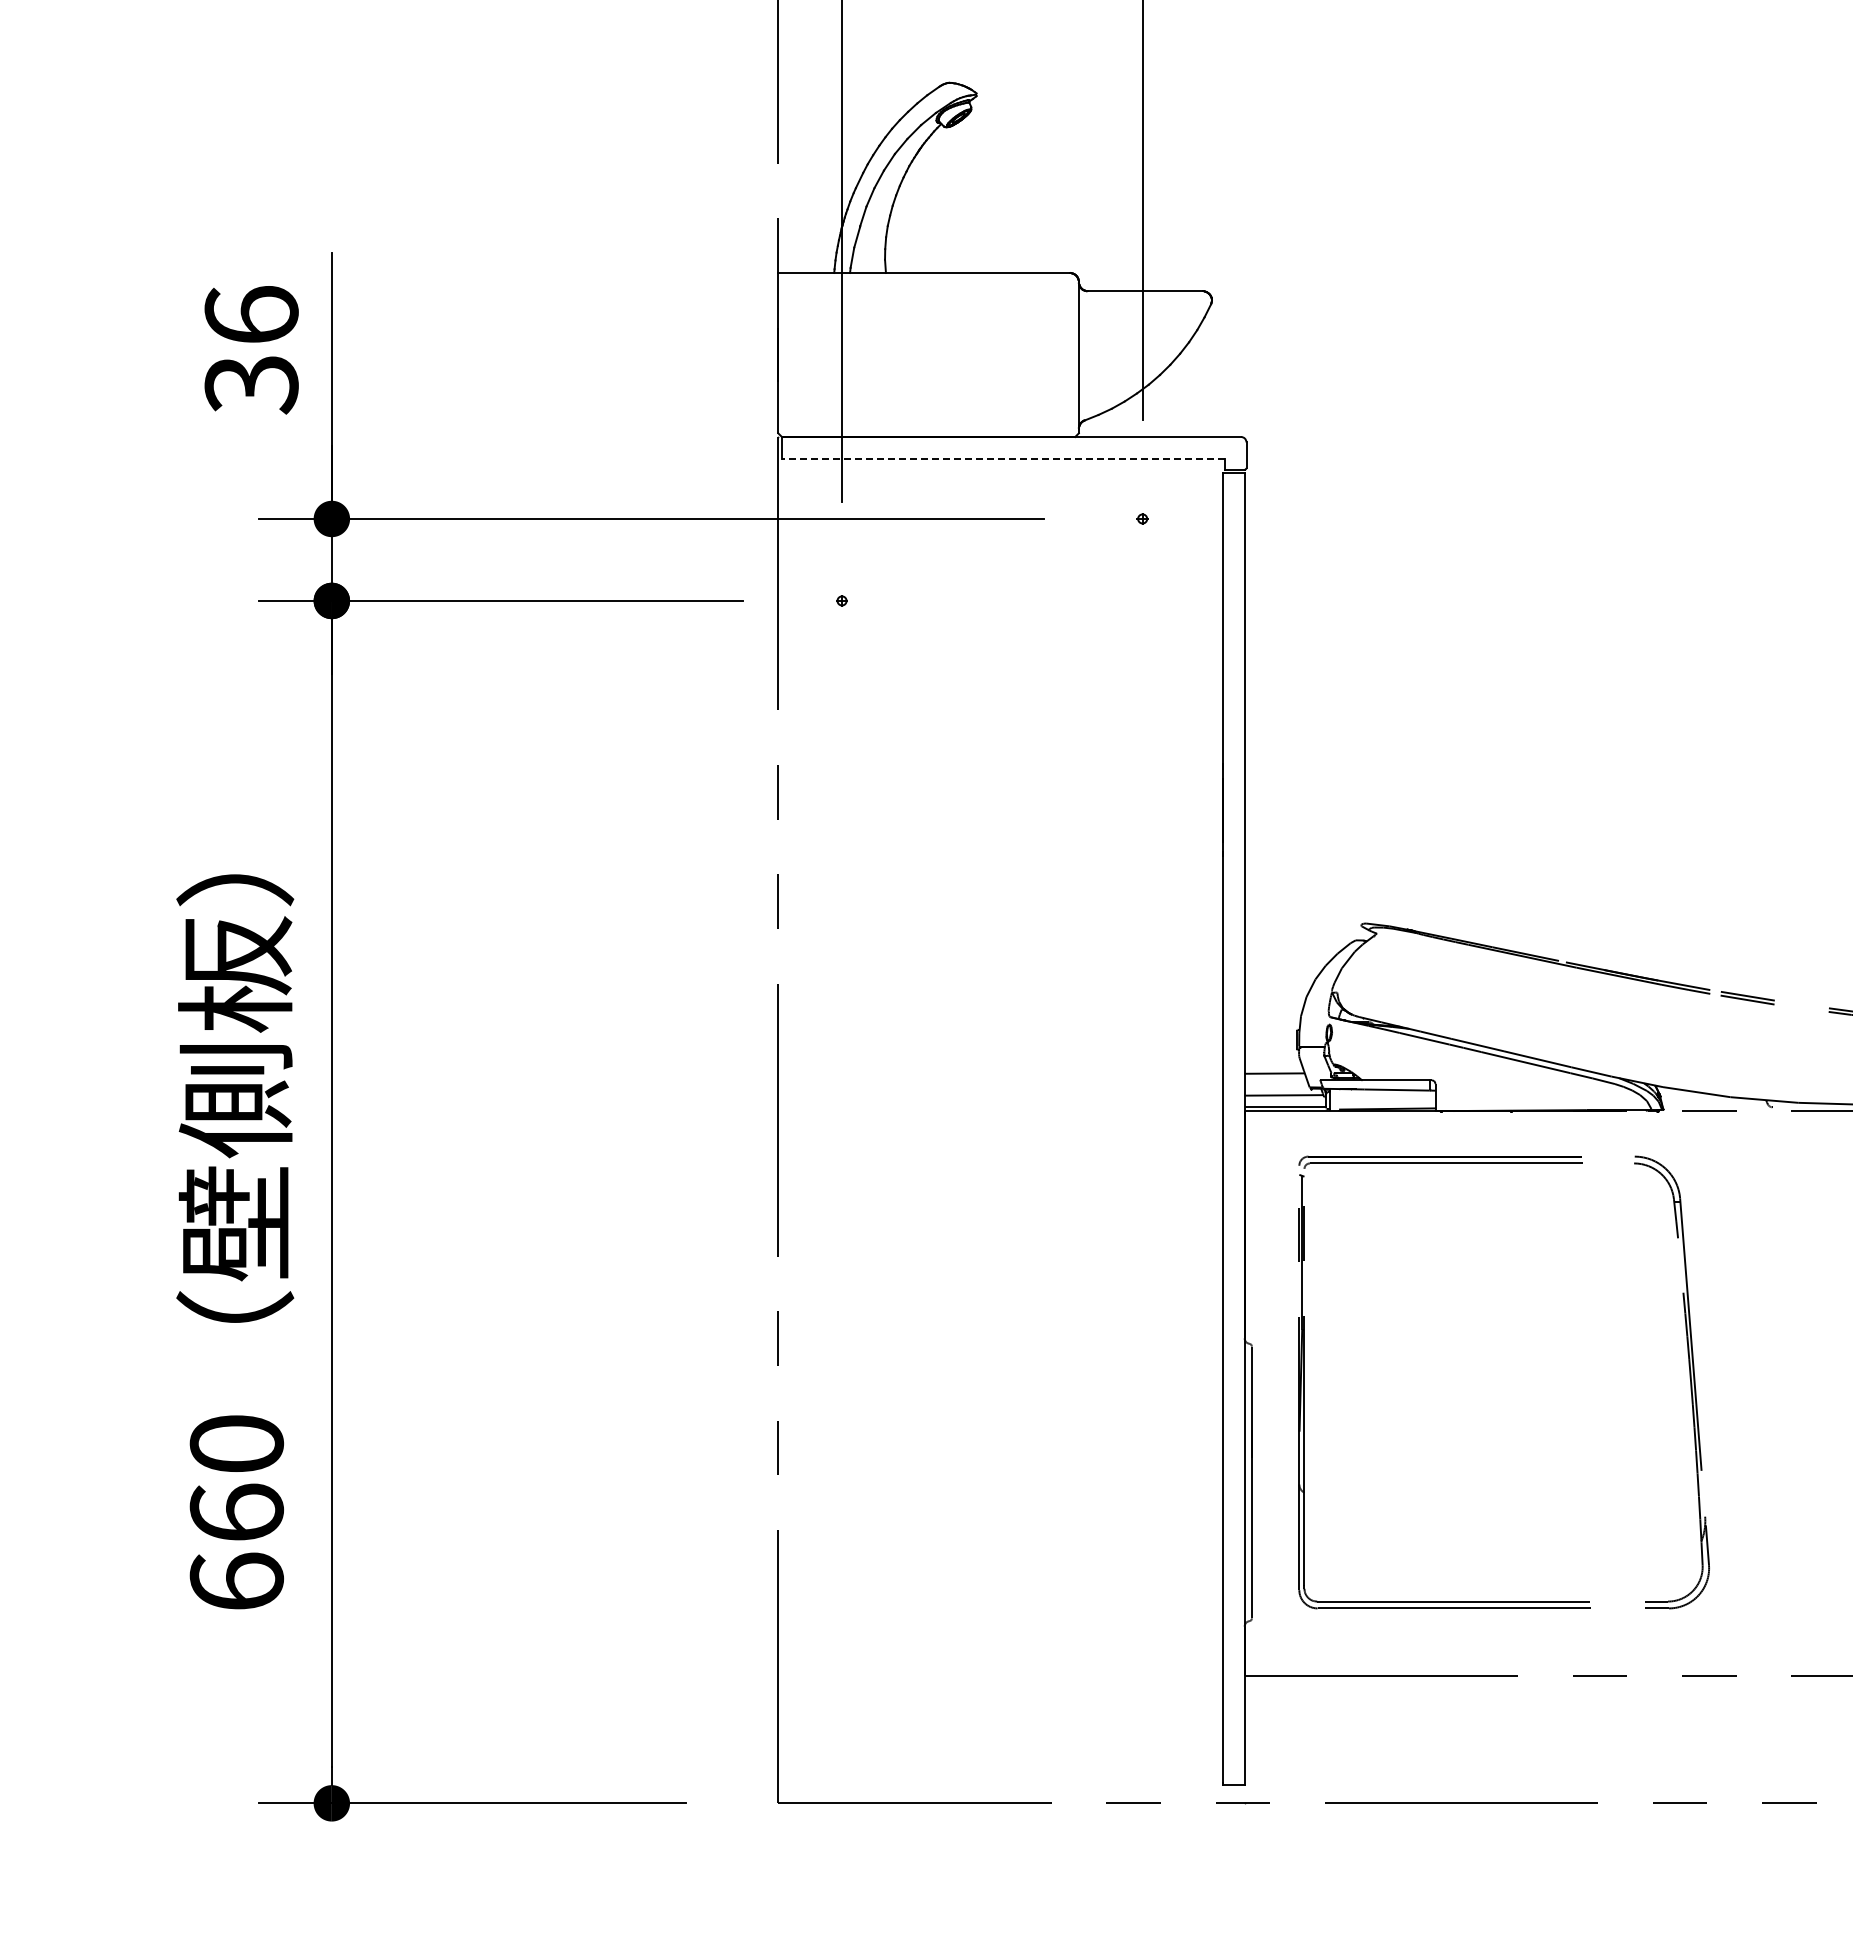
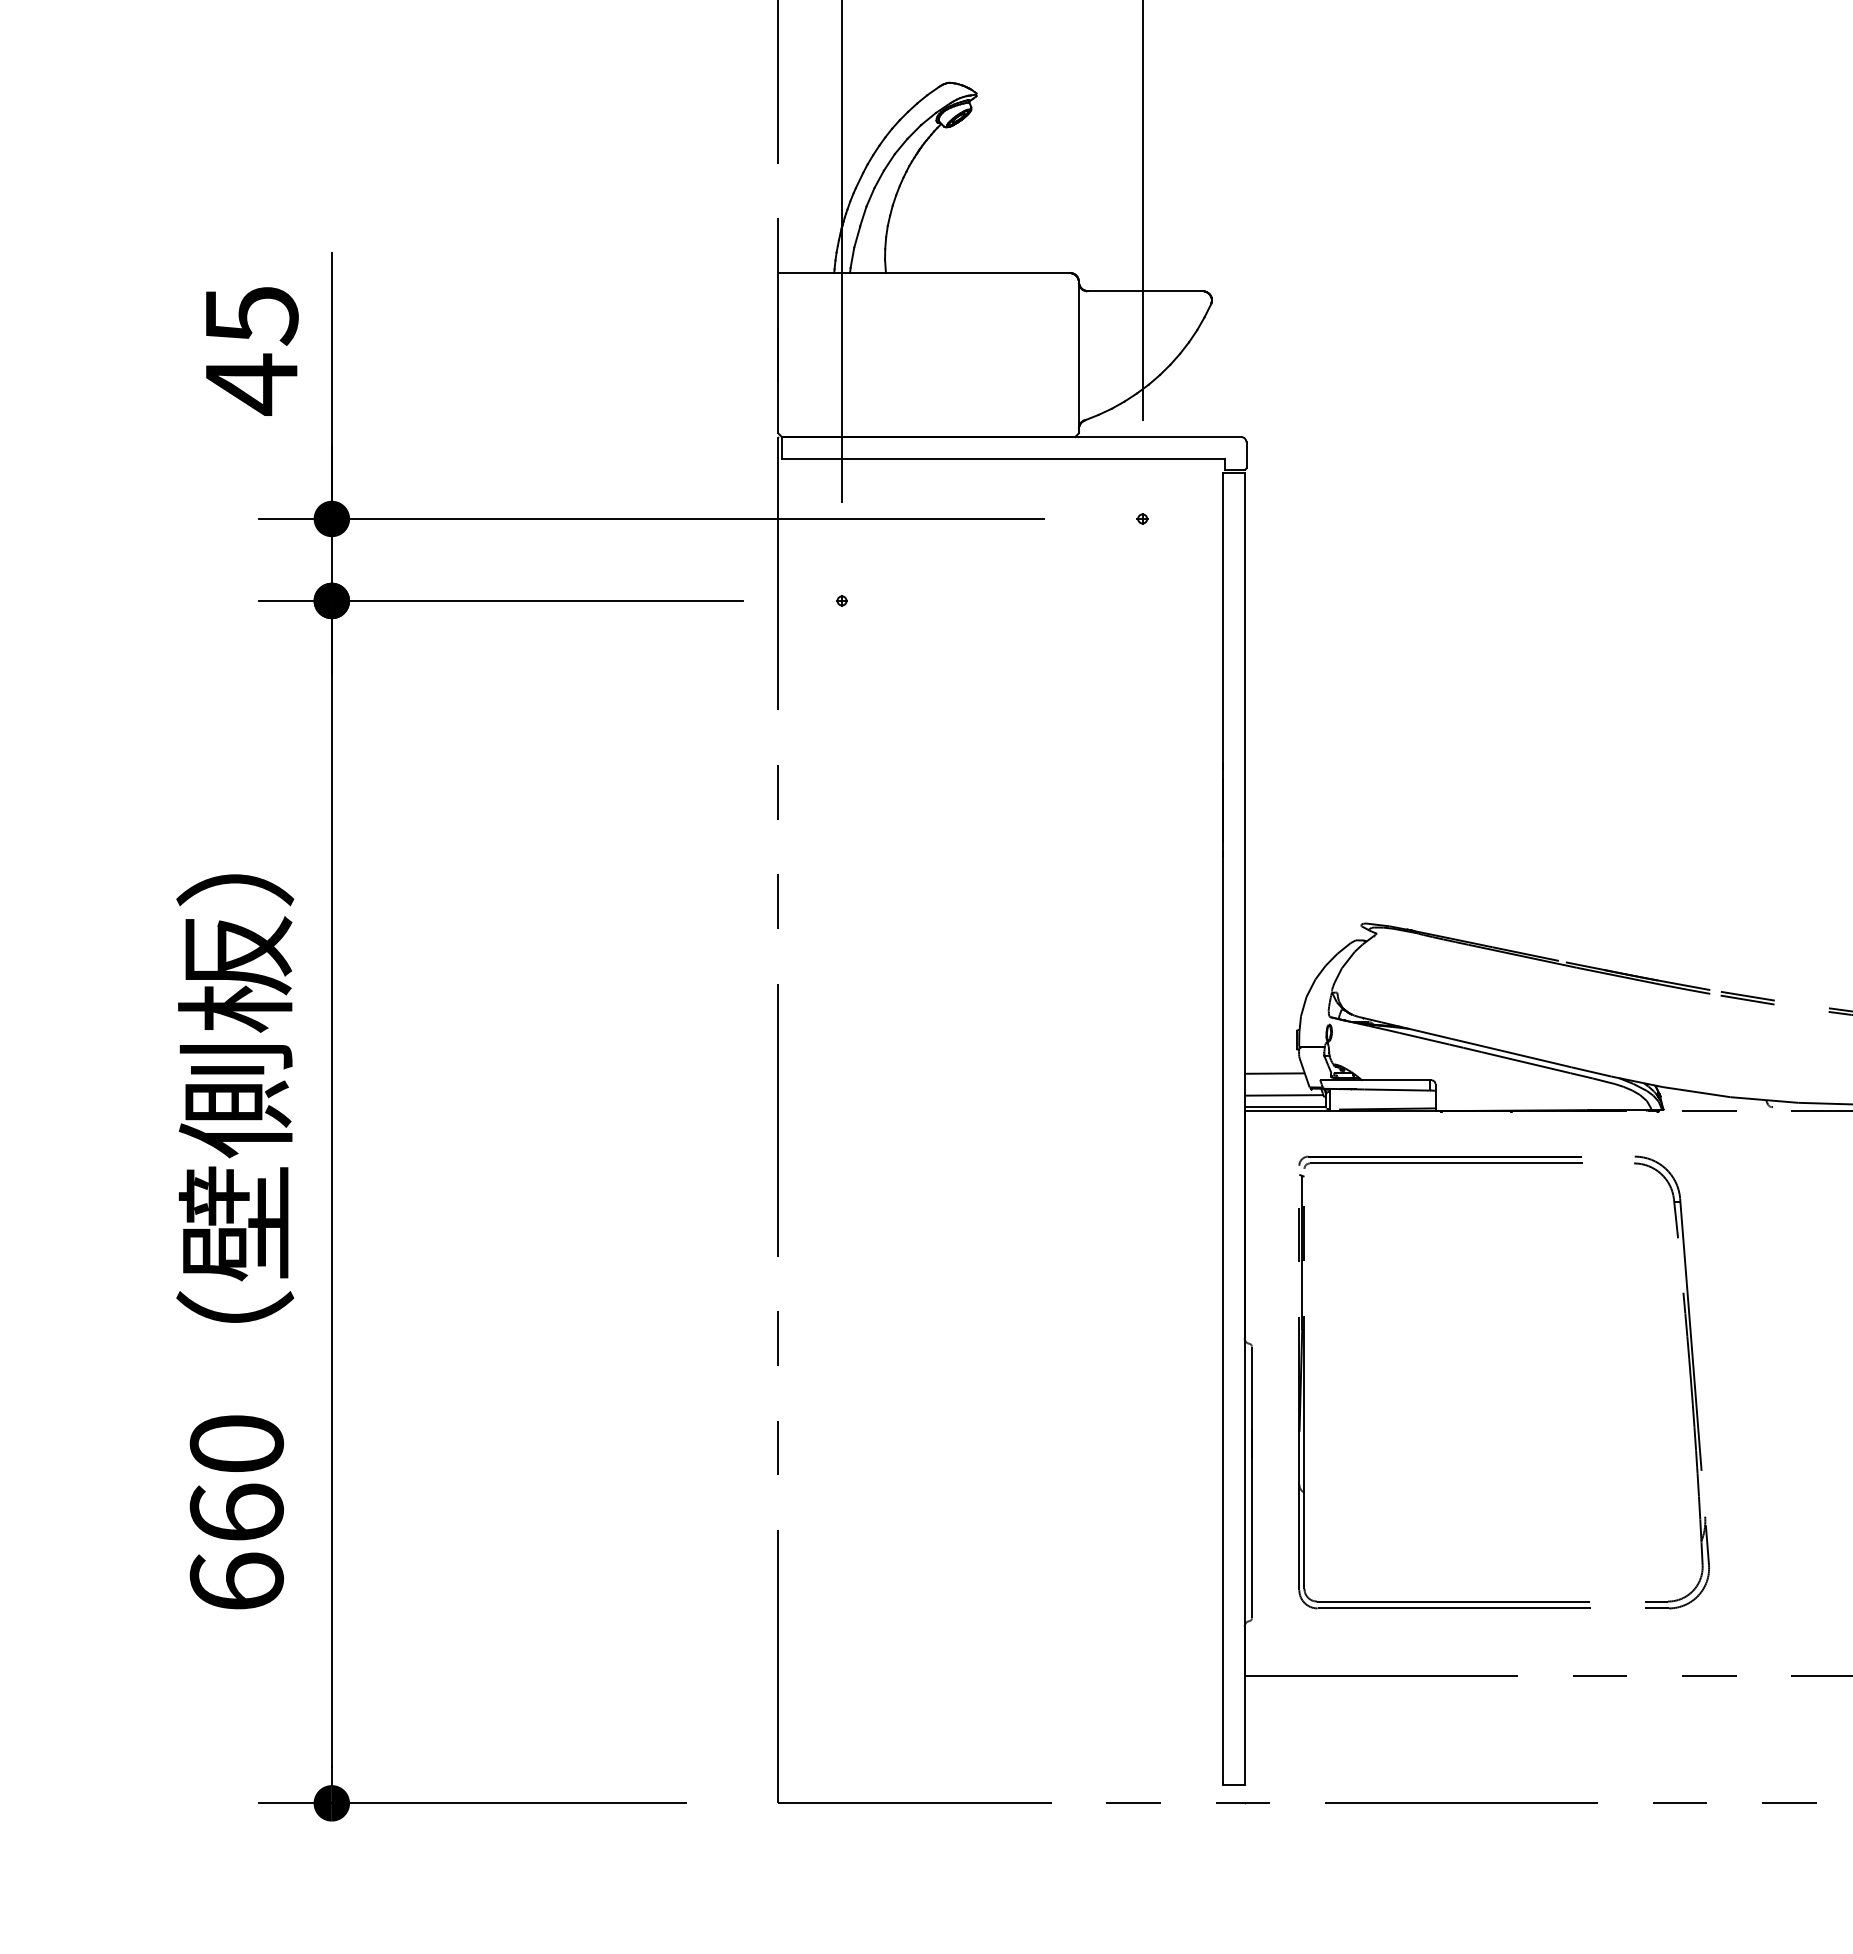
text at (251, 350): 36 -> 45
line at (1002, 458): dashed -> solid
